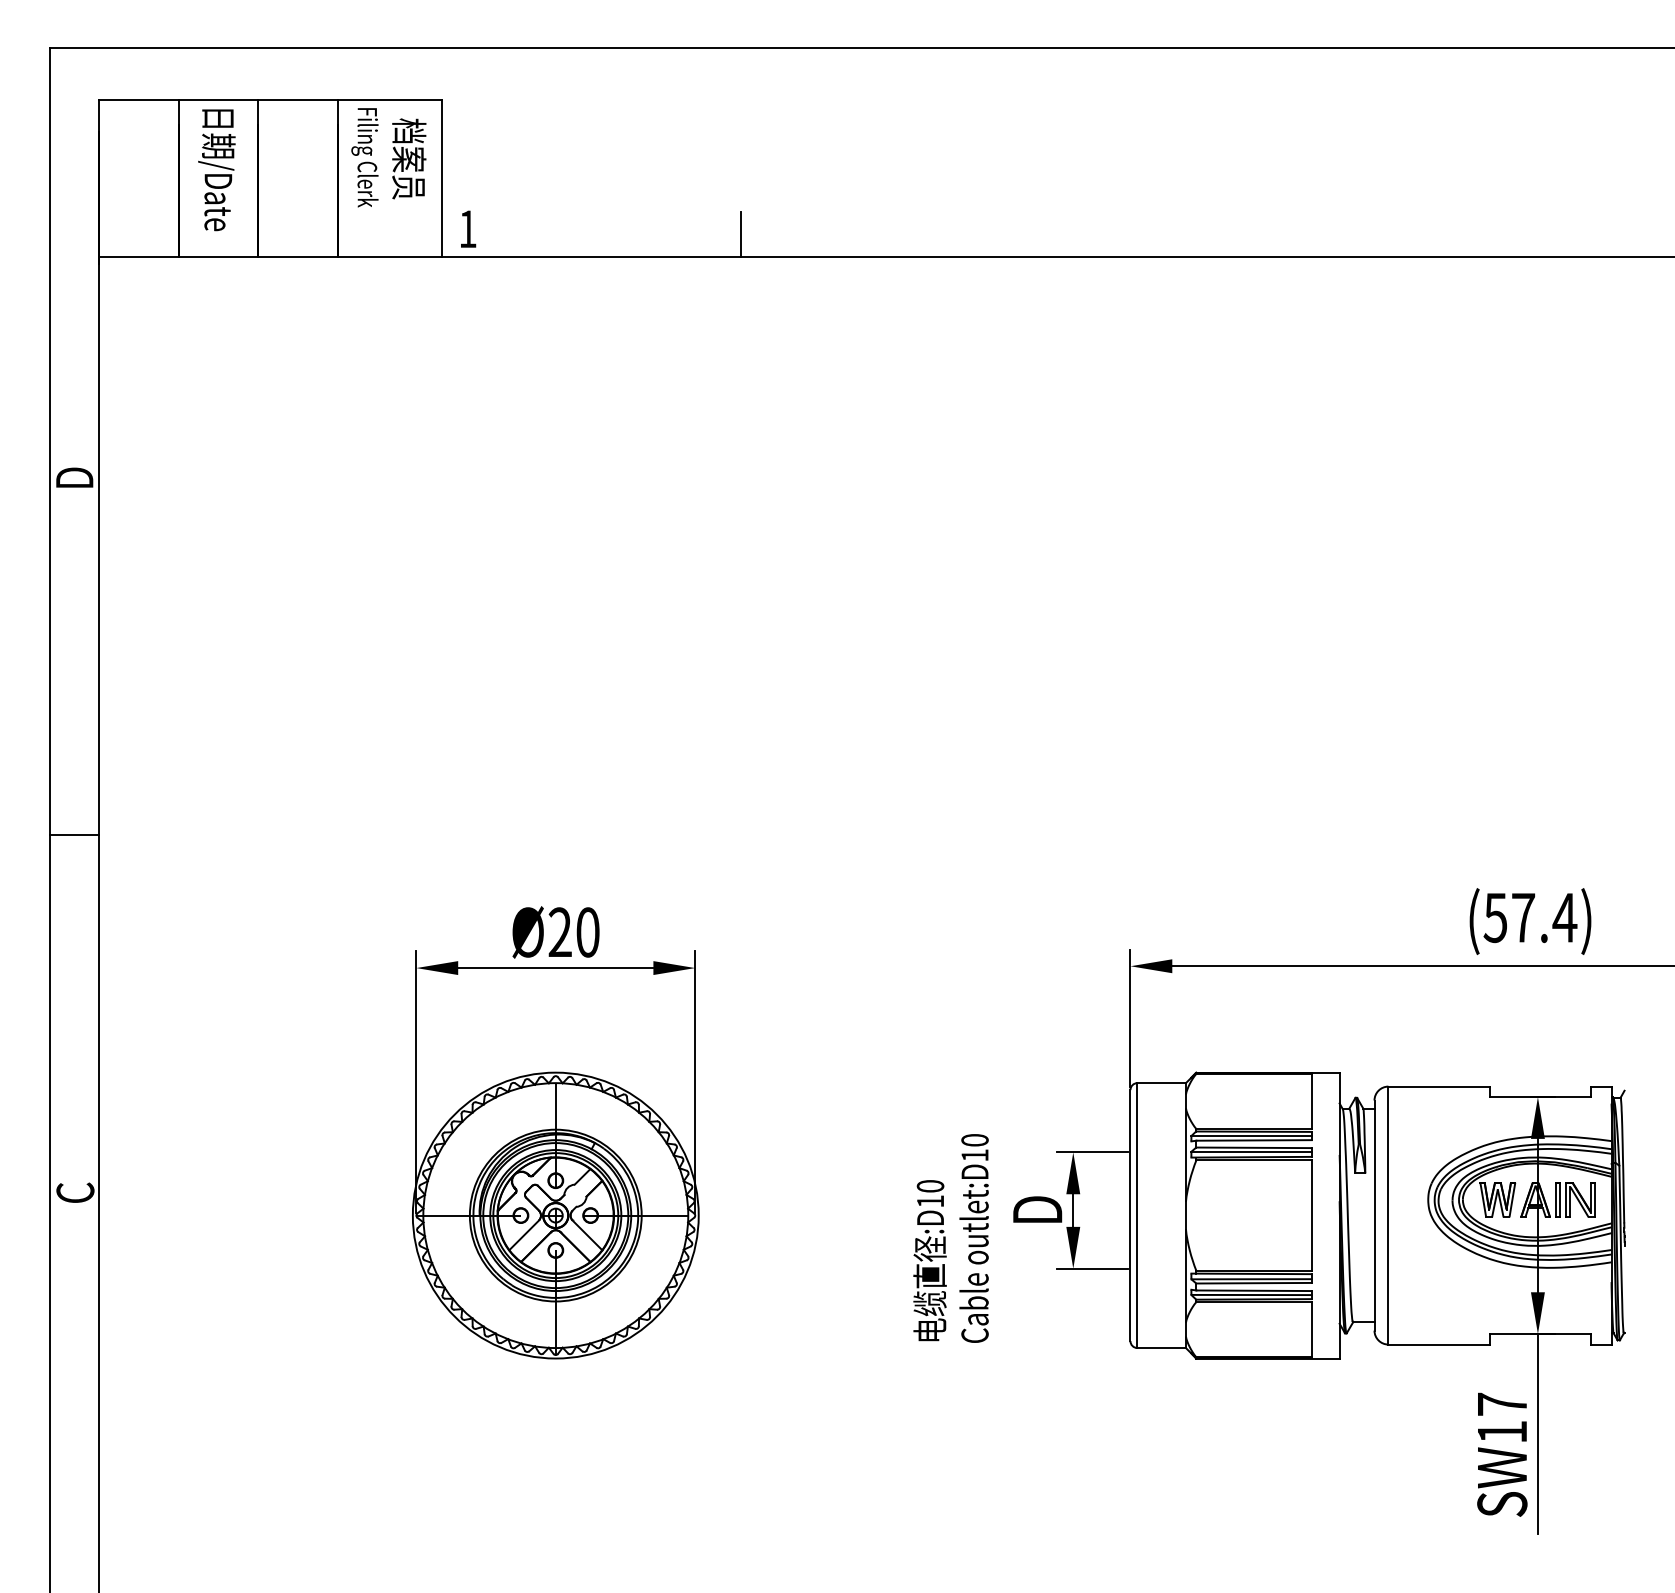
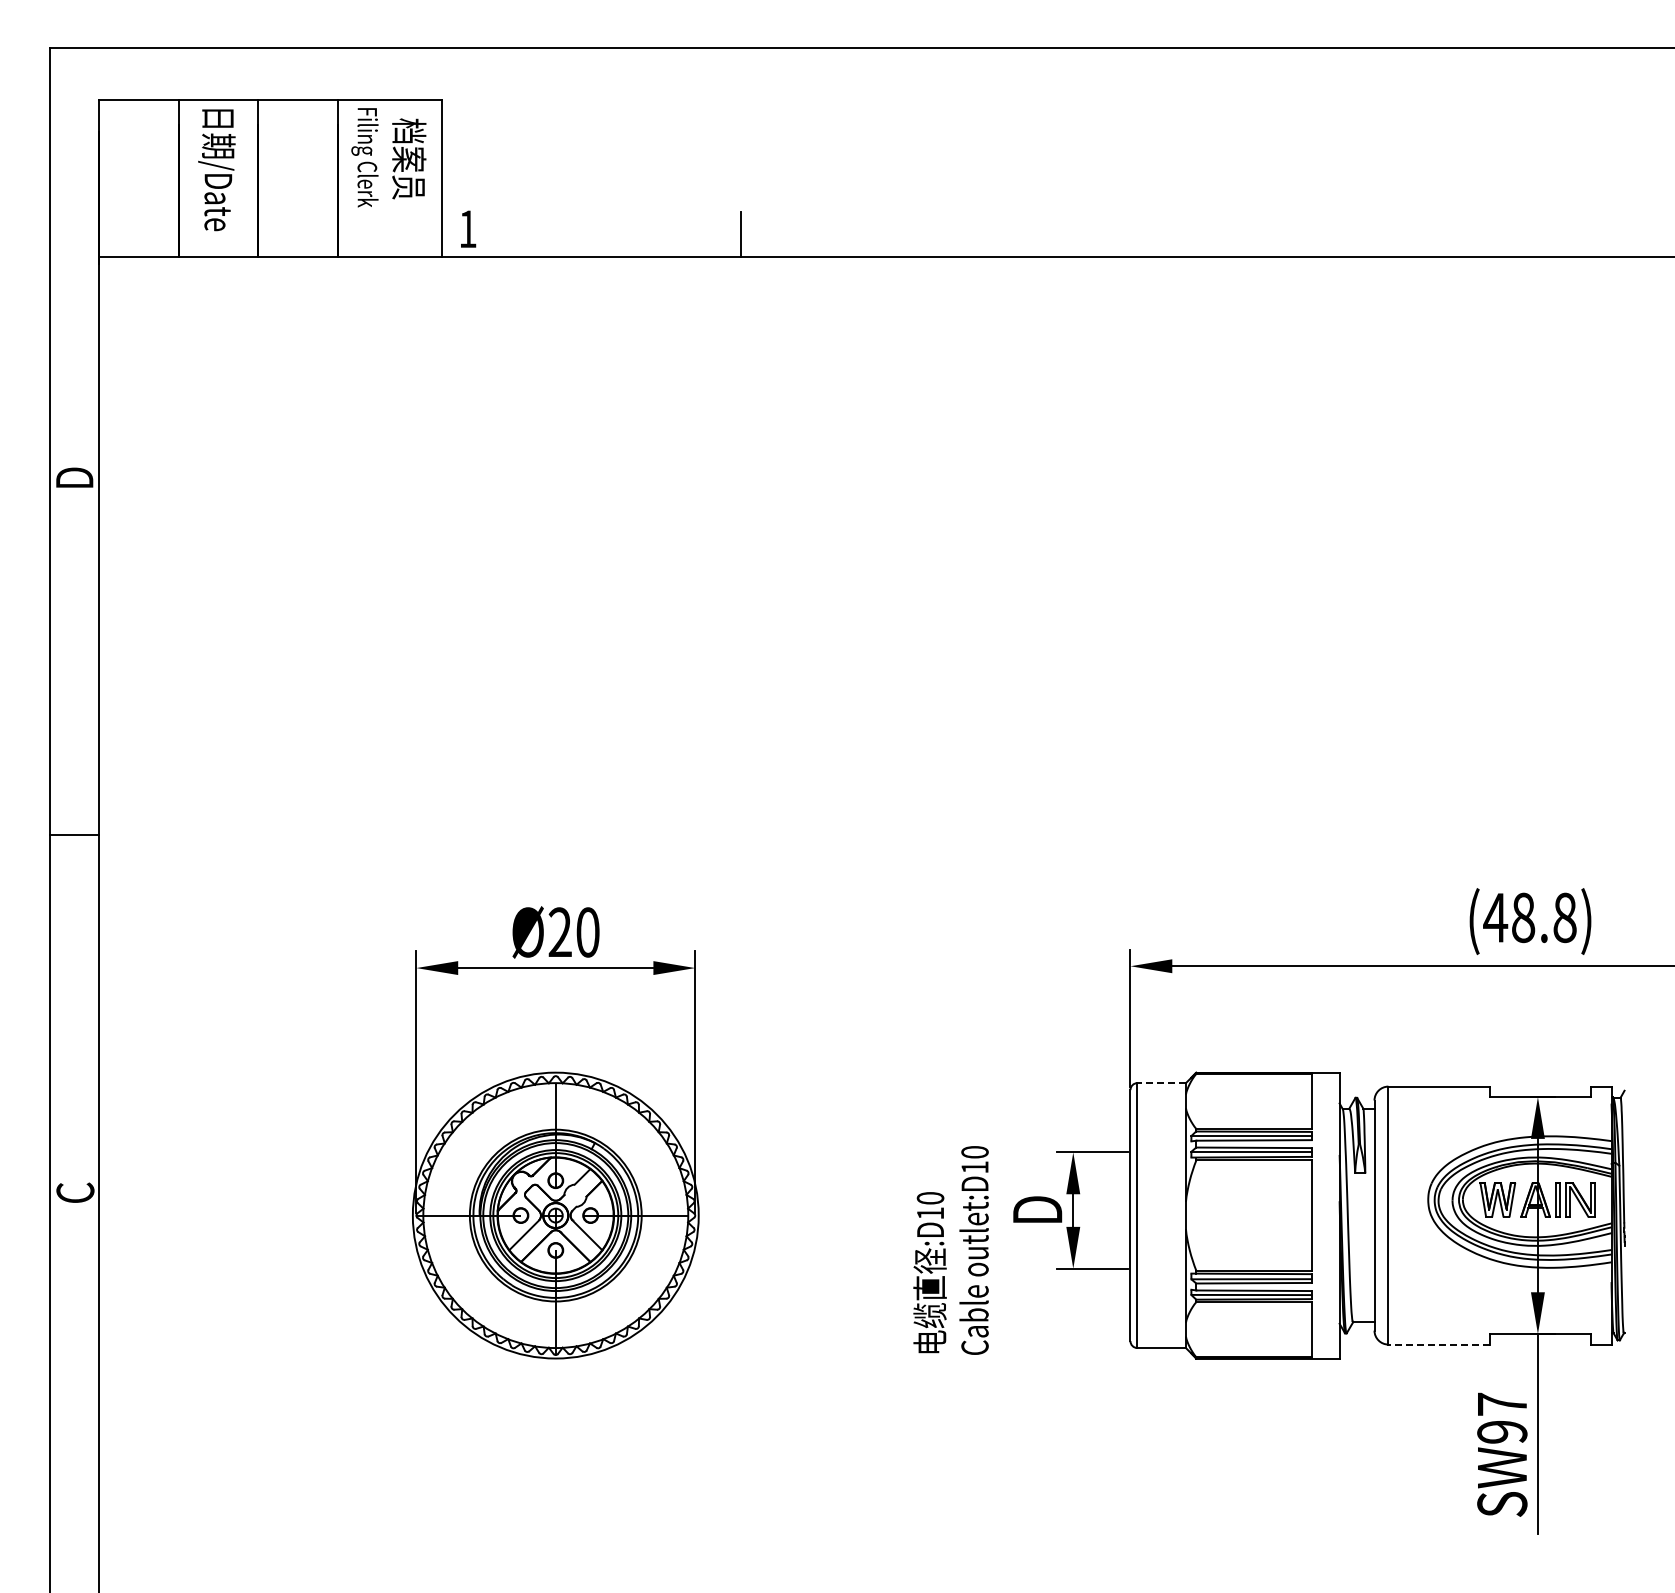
text at (1530, 917): (57.4) -> (48.8)
line at (1161, 1083): solid -> dashed
text at (950, 1238) position: (950, 1238) -> (950, 1250)
line at (1439, 1344): solid -> dashed
text at (1502, 1432): SW17 -> SW97
